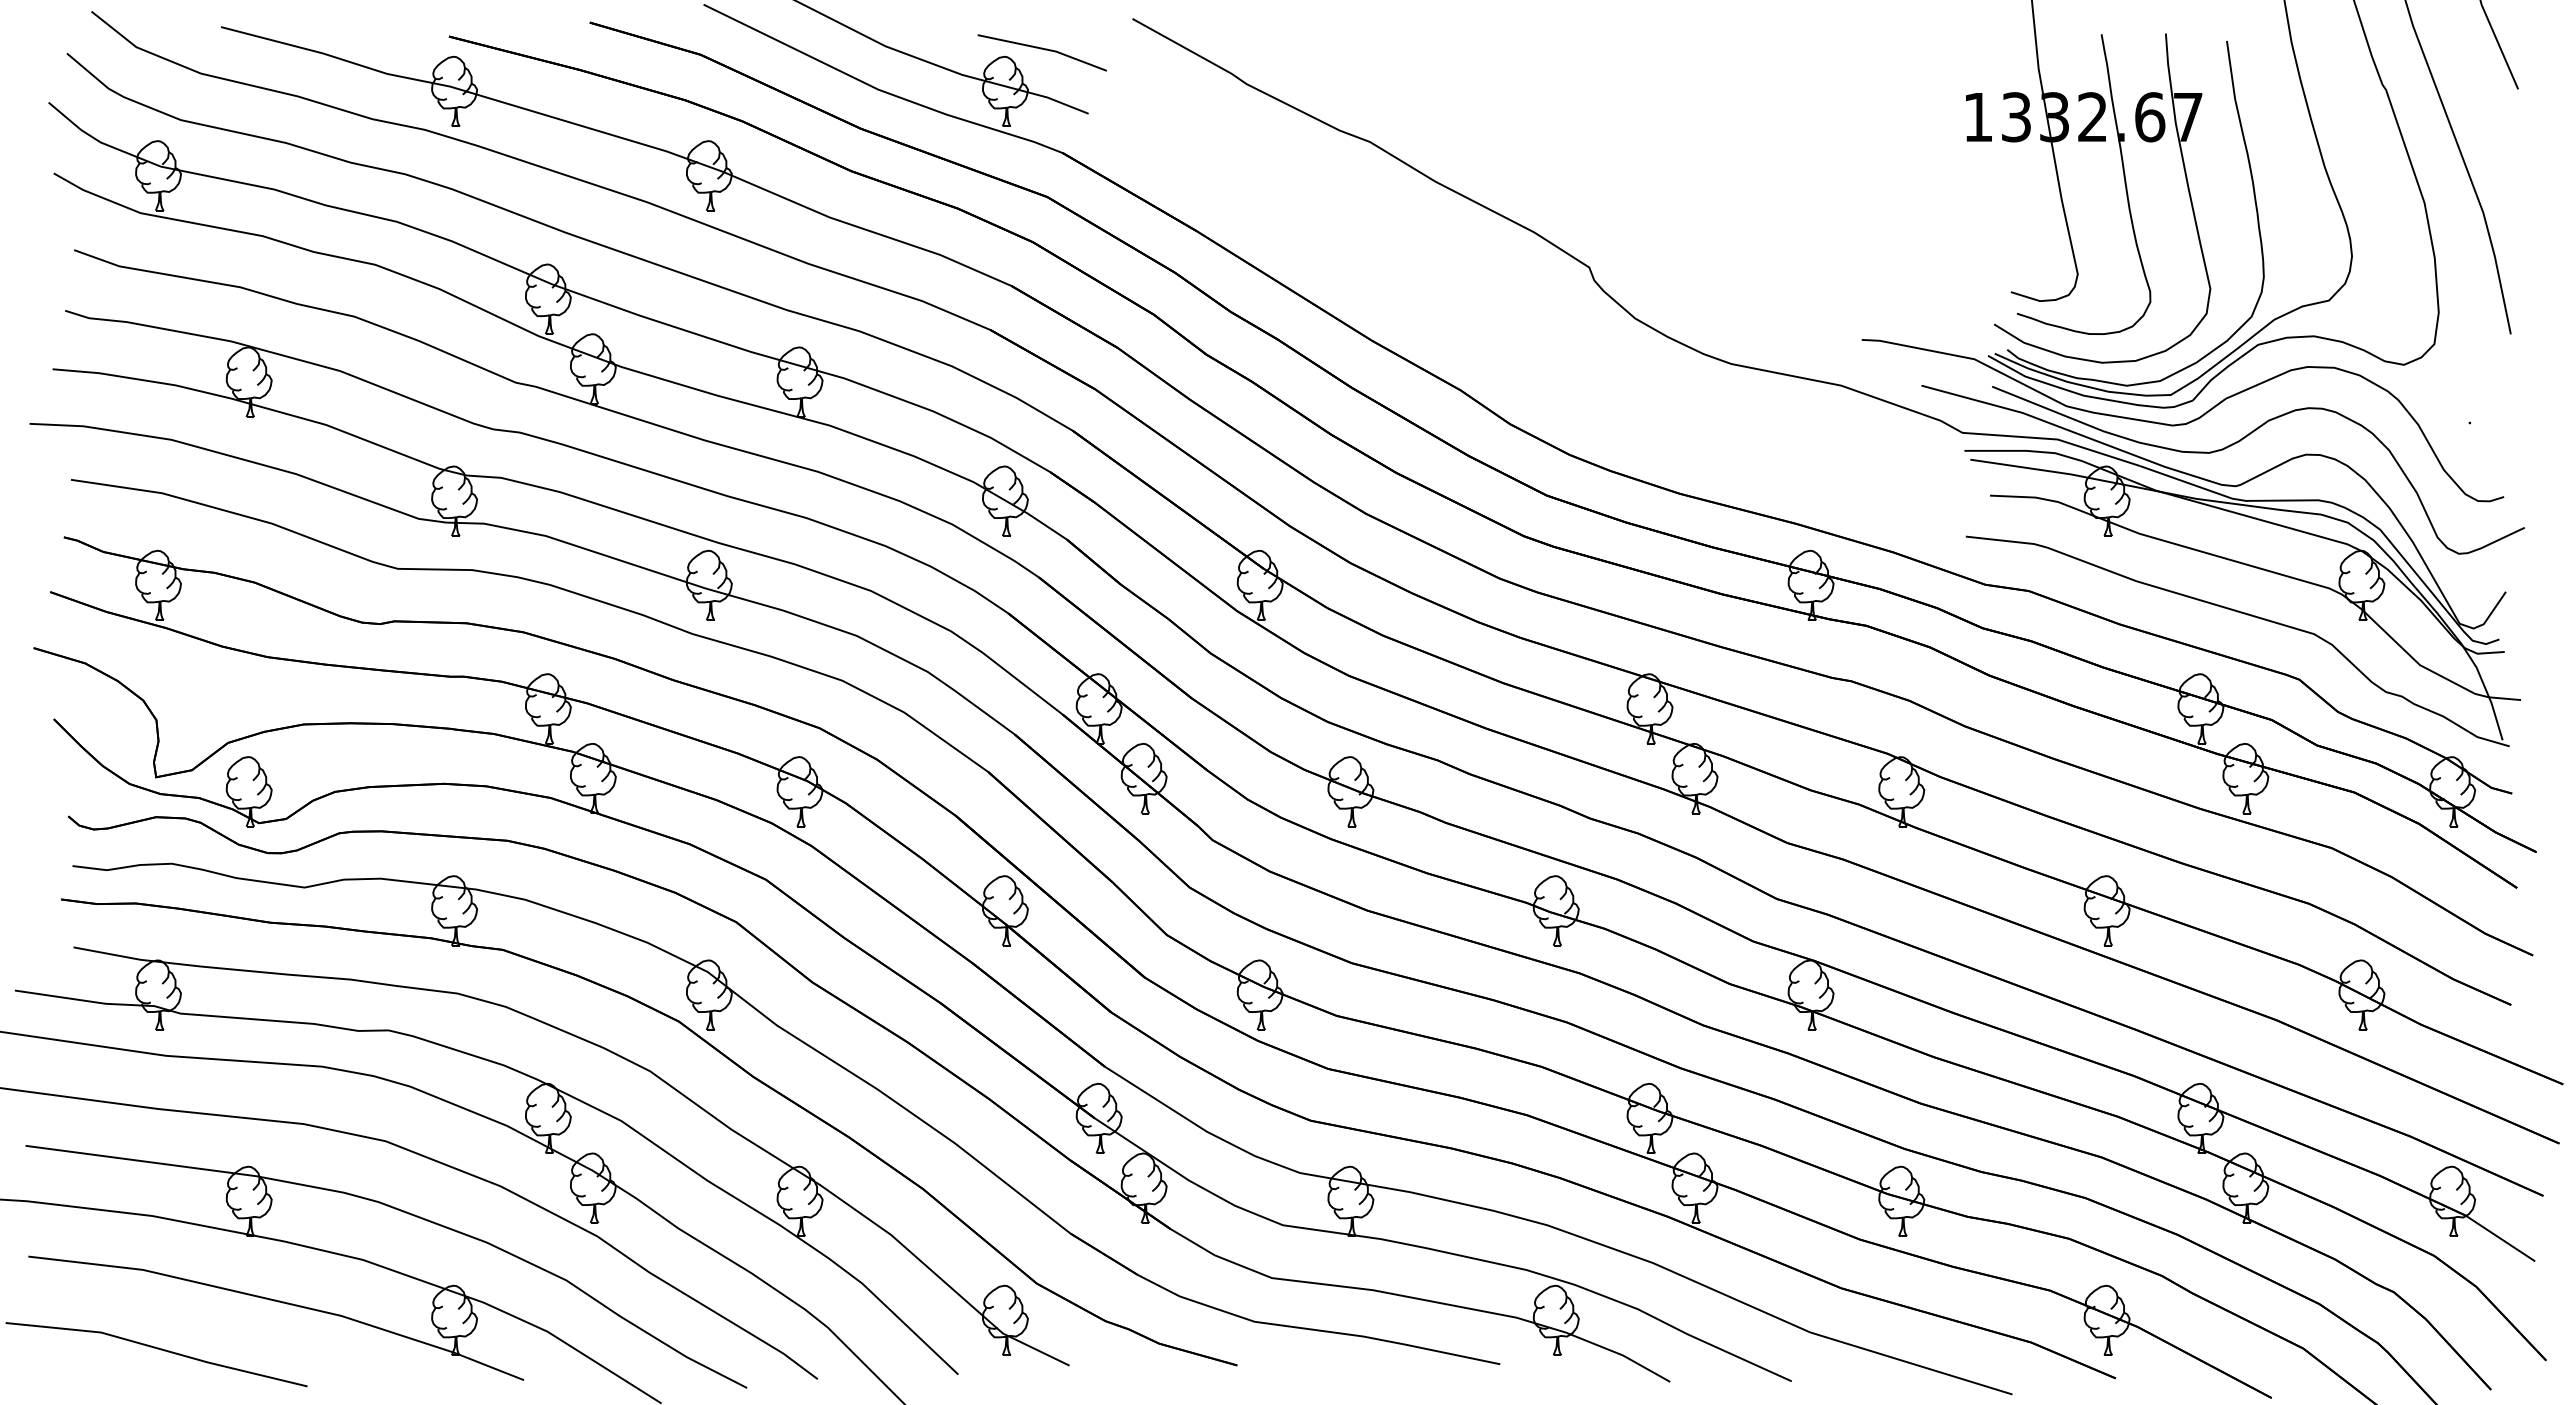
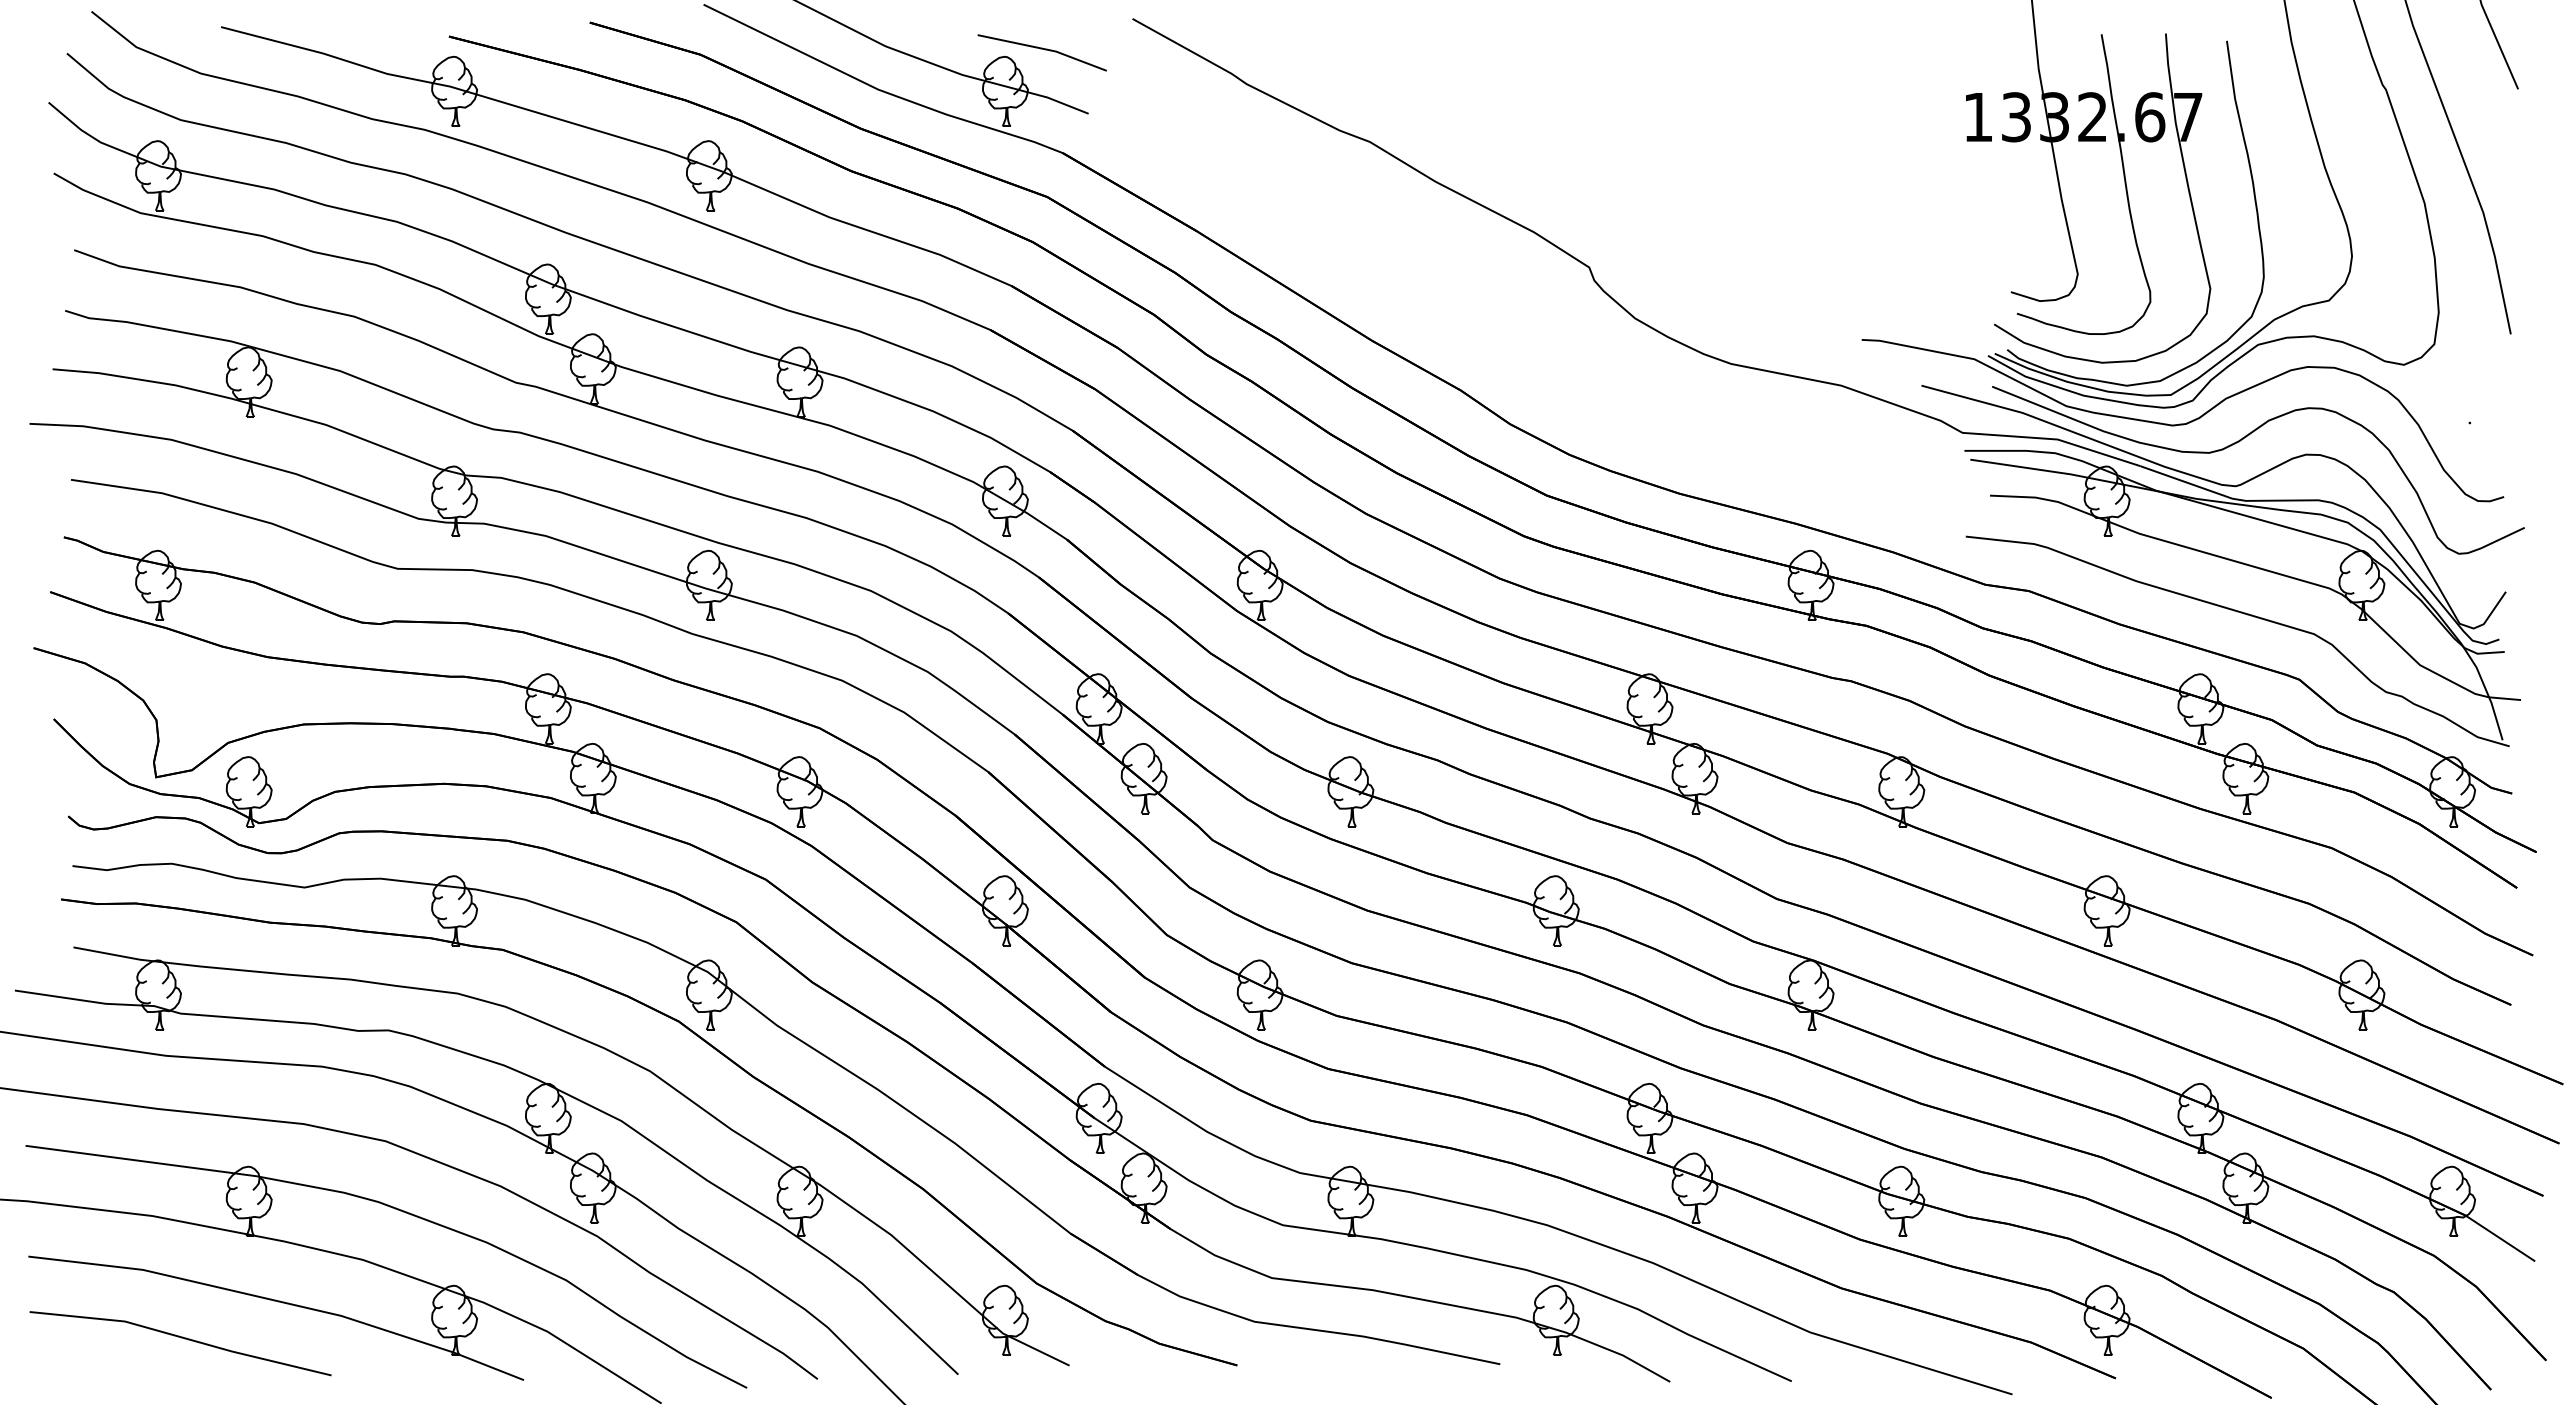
line at (157, 1349) position: (157, 1349) -> (181, 1338)
